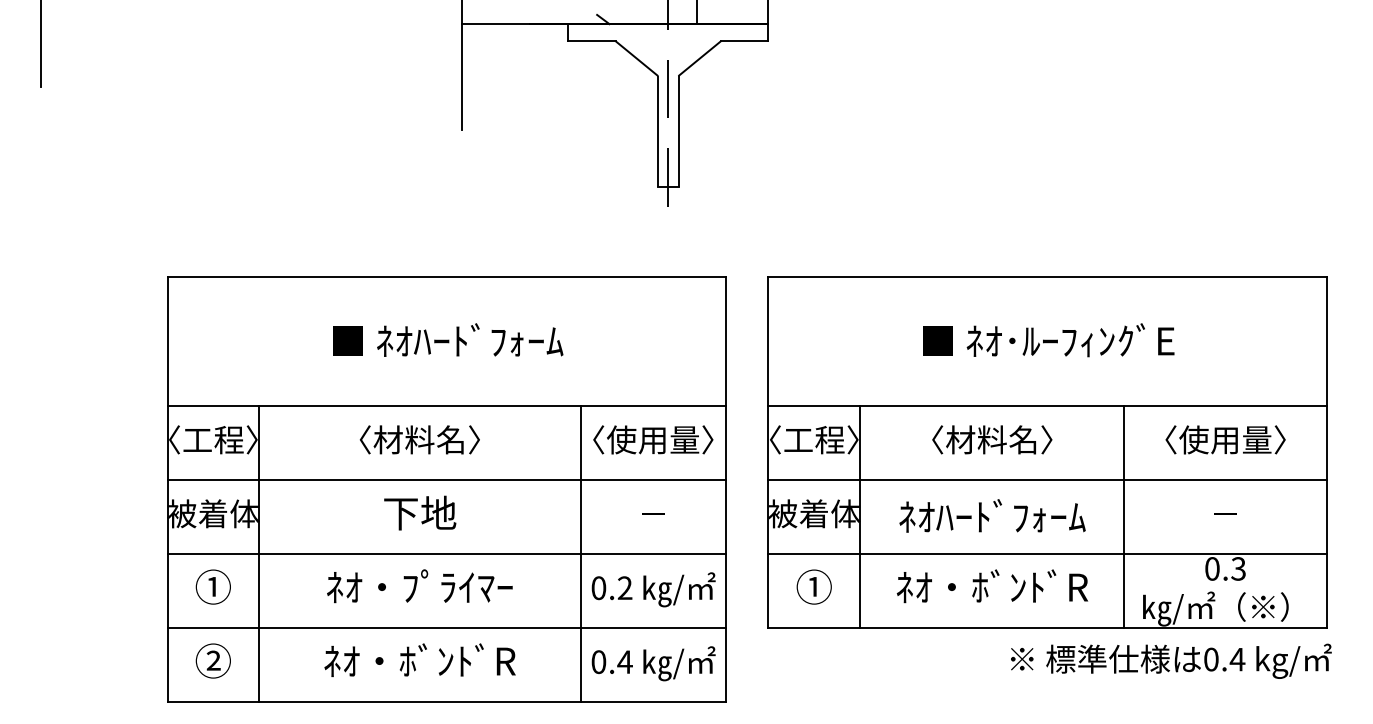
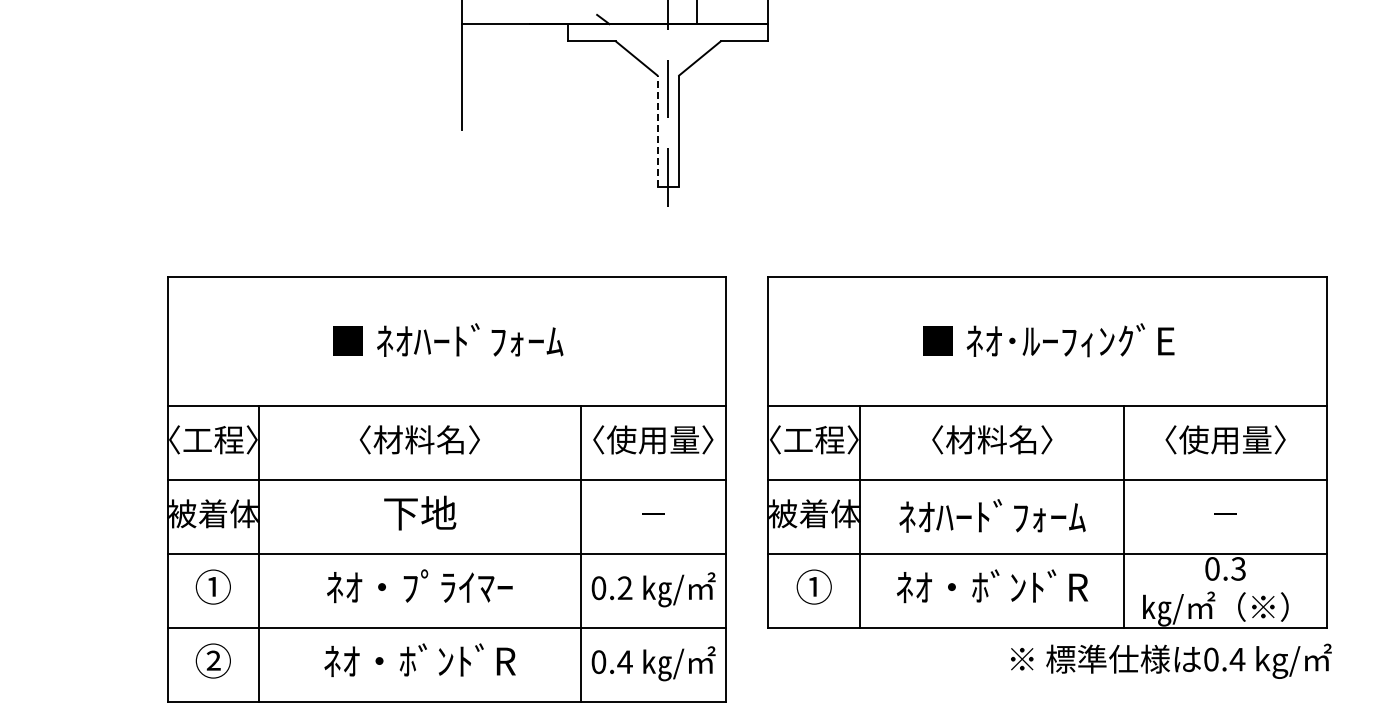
line at (41, 44): present -> none
line at (657, 131): solid -> dashed
